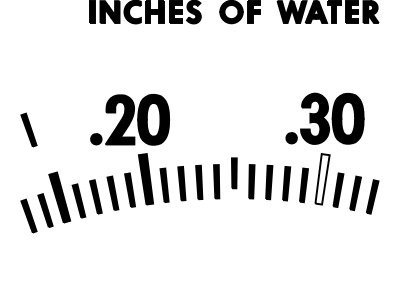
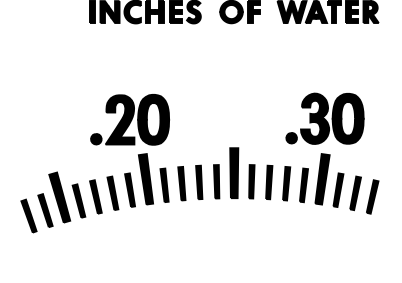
part at (28, 129): present -> none
part at (234, 173) size: 7x33 px -> 11x53 px
fill at (322, 179): none -> present
